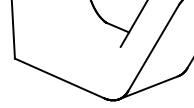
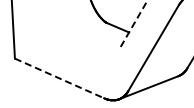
line at (134, 23): solid -> dashed
line at (59, 78): solid -> dashed
